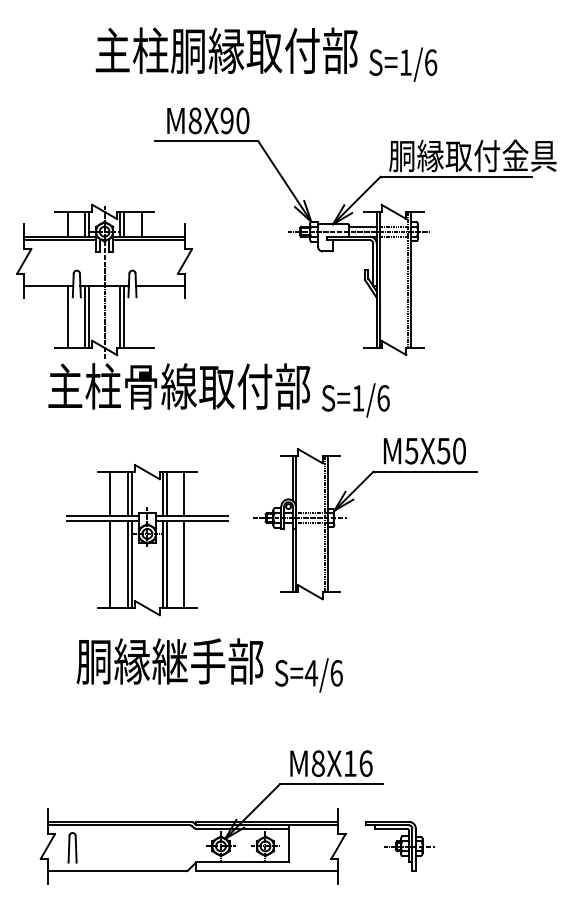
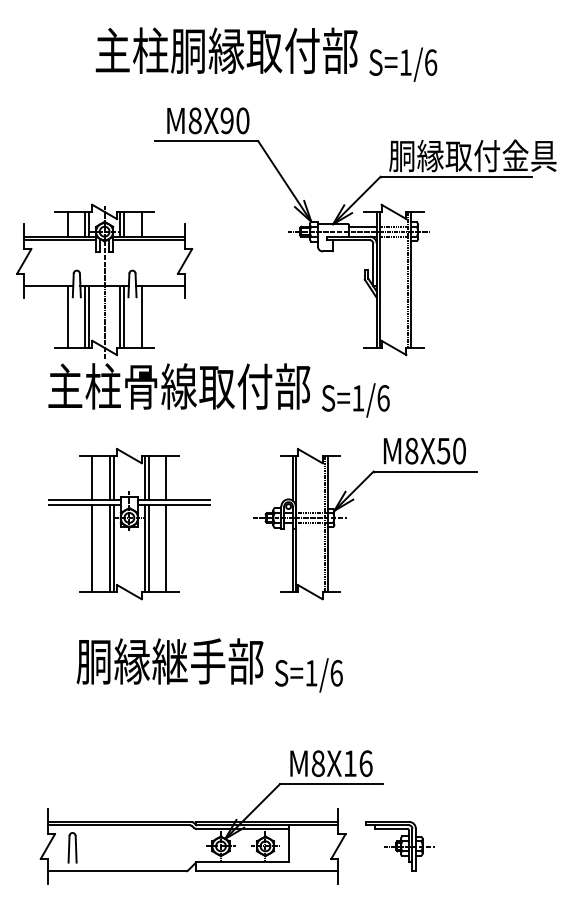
line at (141, 316): none -> present
text at (411, 450): M5X50 -> M8X50
part at (147, 540) position: (147, 540) -> (129, 524)
text at (311, 673): S=4/6 -> S=1/6
